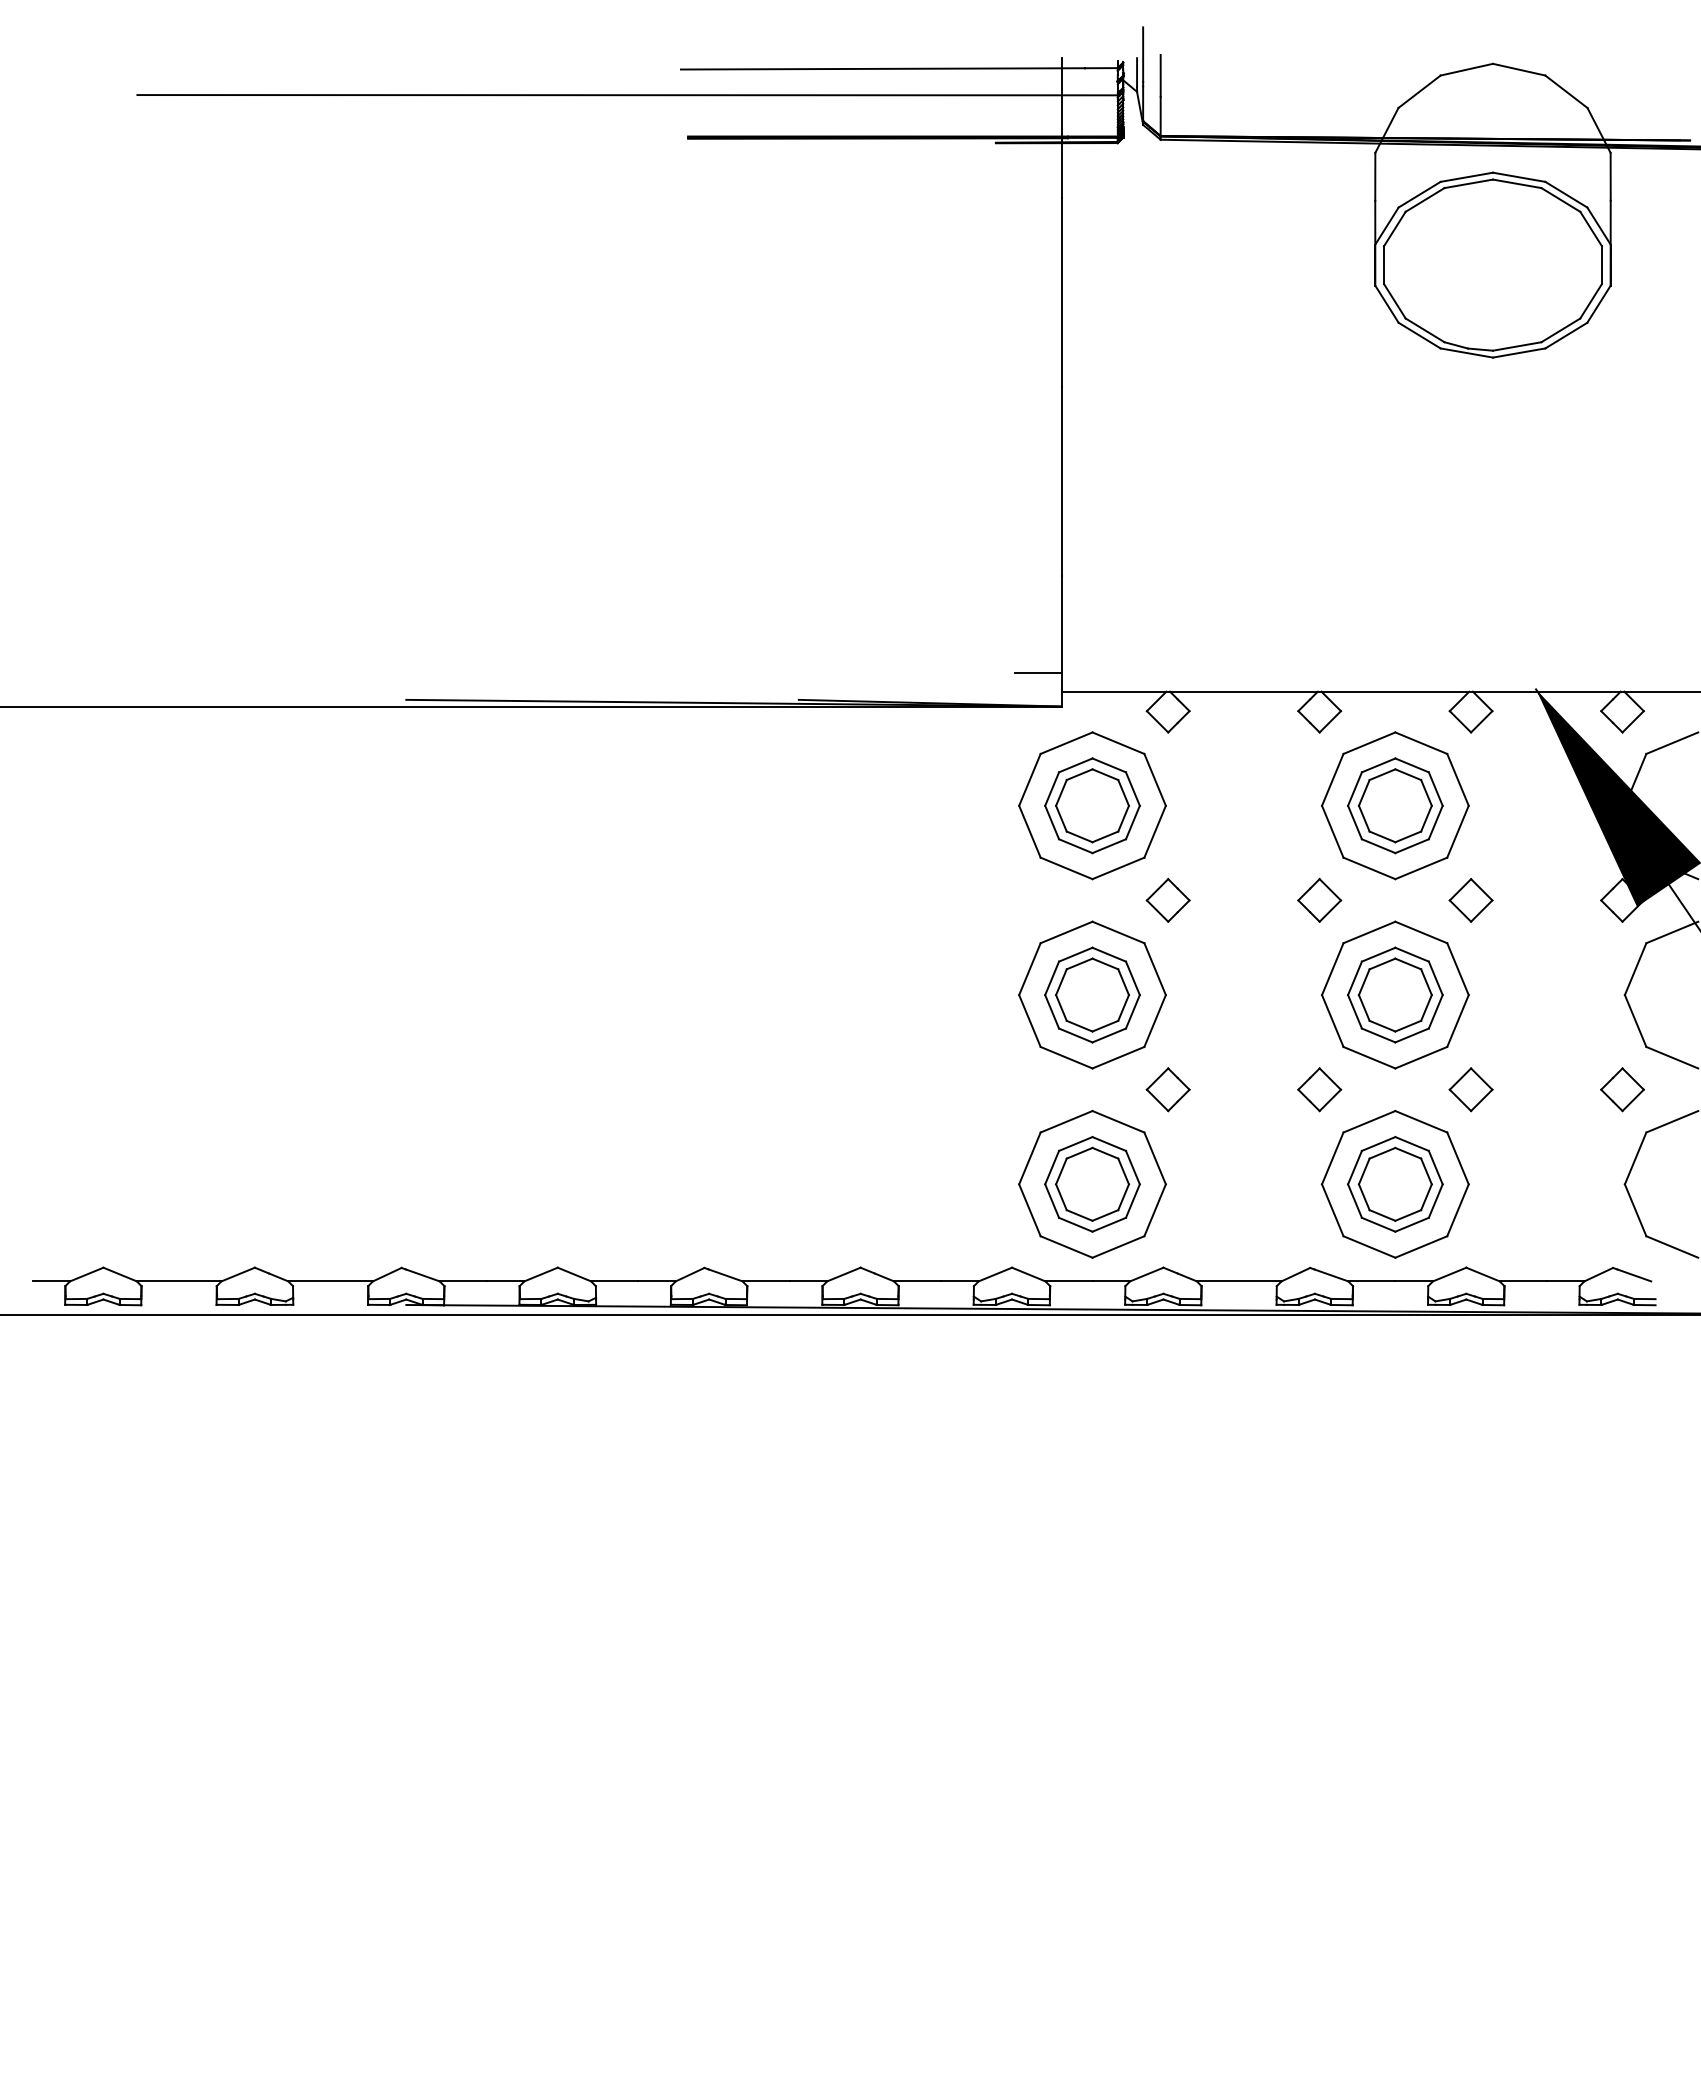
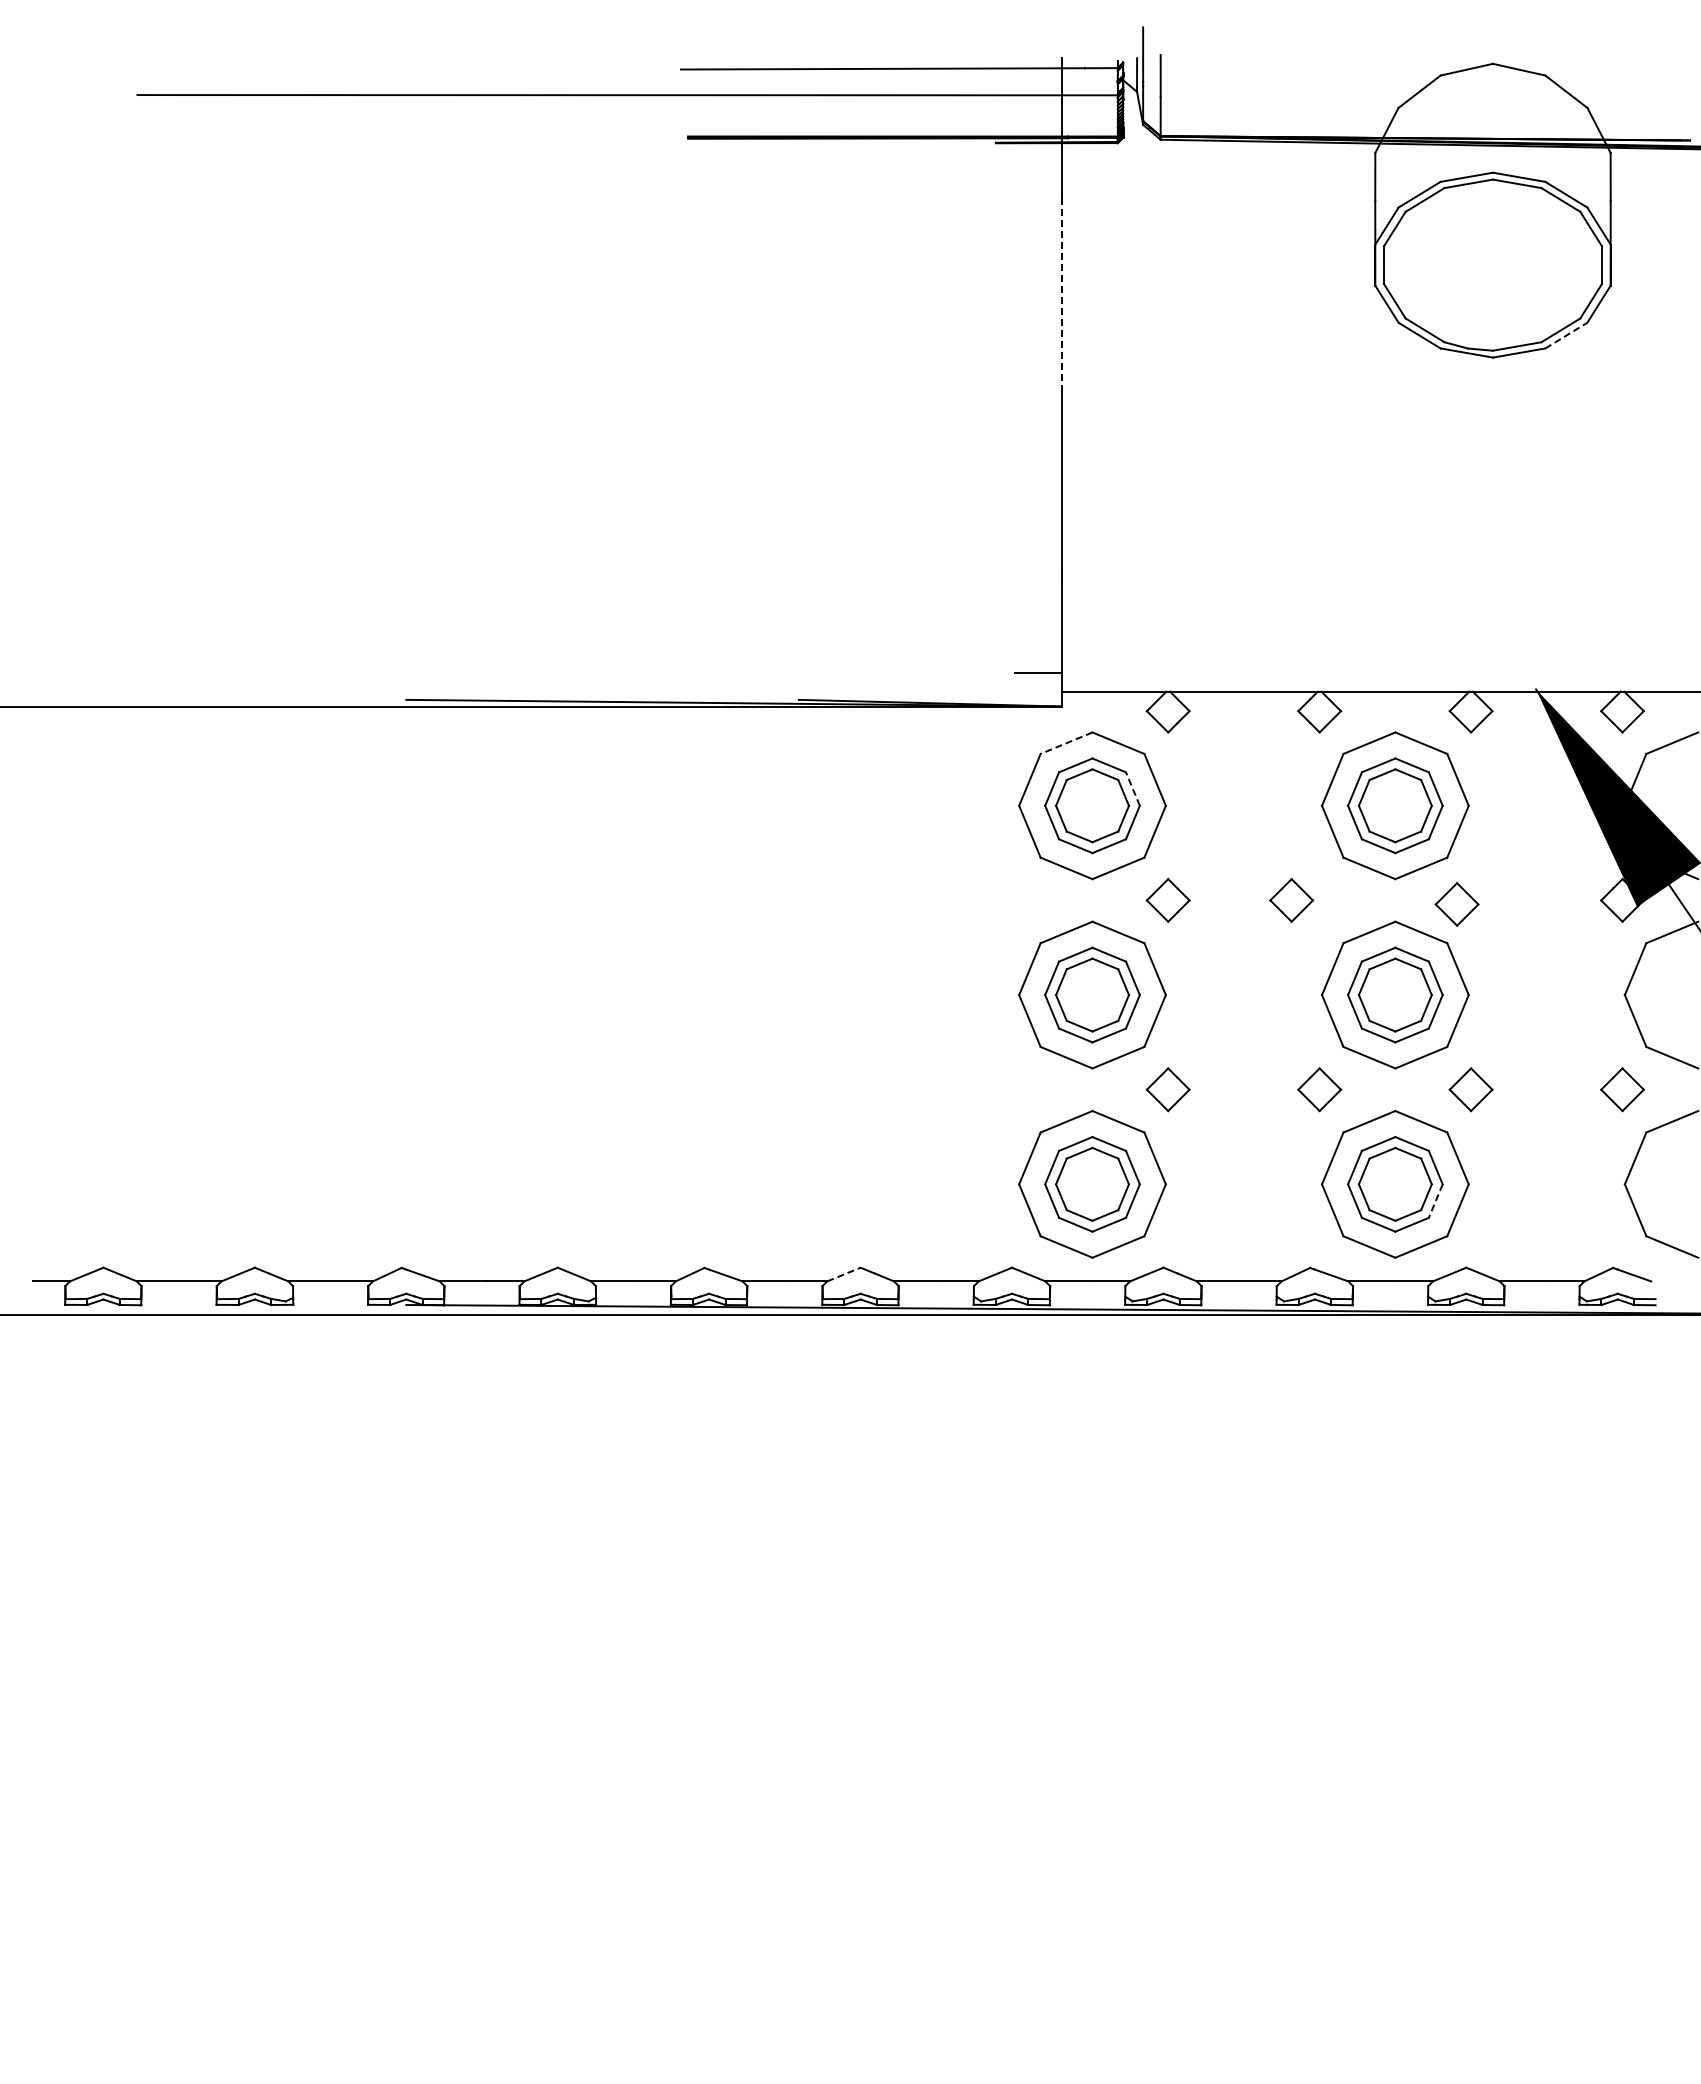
line at (1061, 292): solid -> dashed
line at (1566, 335): solid -> dashed
line at (1066, 743): solid -> dashed
line at (1132, 788): solid -> dashed
part at (1319, 900) position: (1319, 900) -> (1291, 900)
part at (1470, 900) position: (1470, 900) -> (1456, 904)
line at (1435, 1201): solid -> dashed
line at (844, 1274): solid -> dashed
